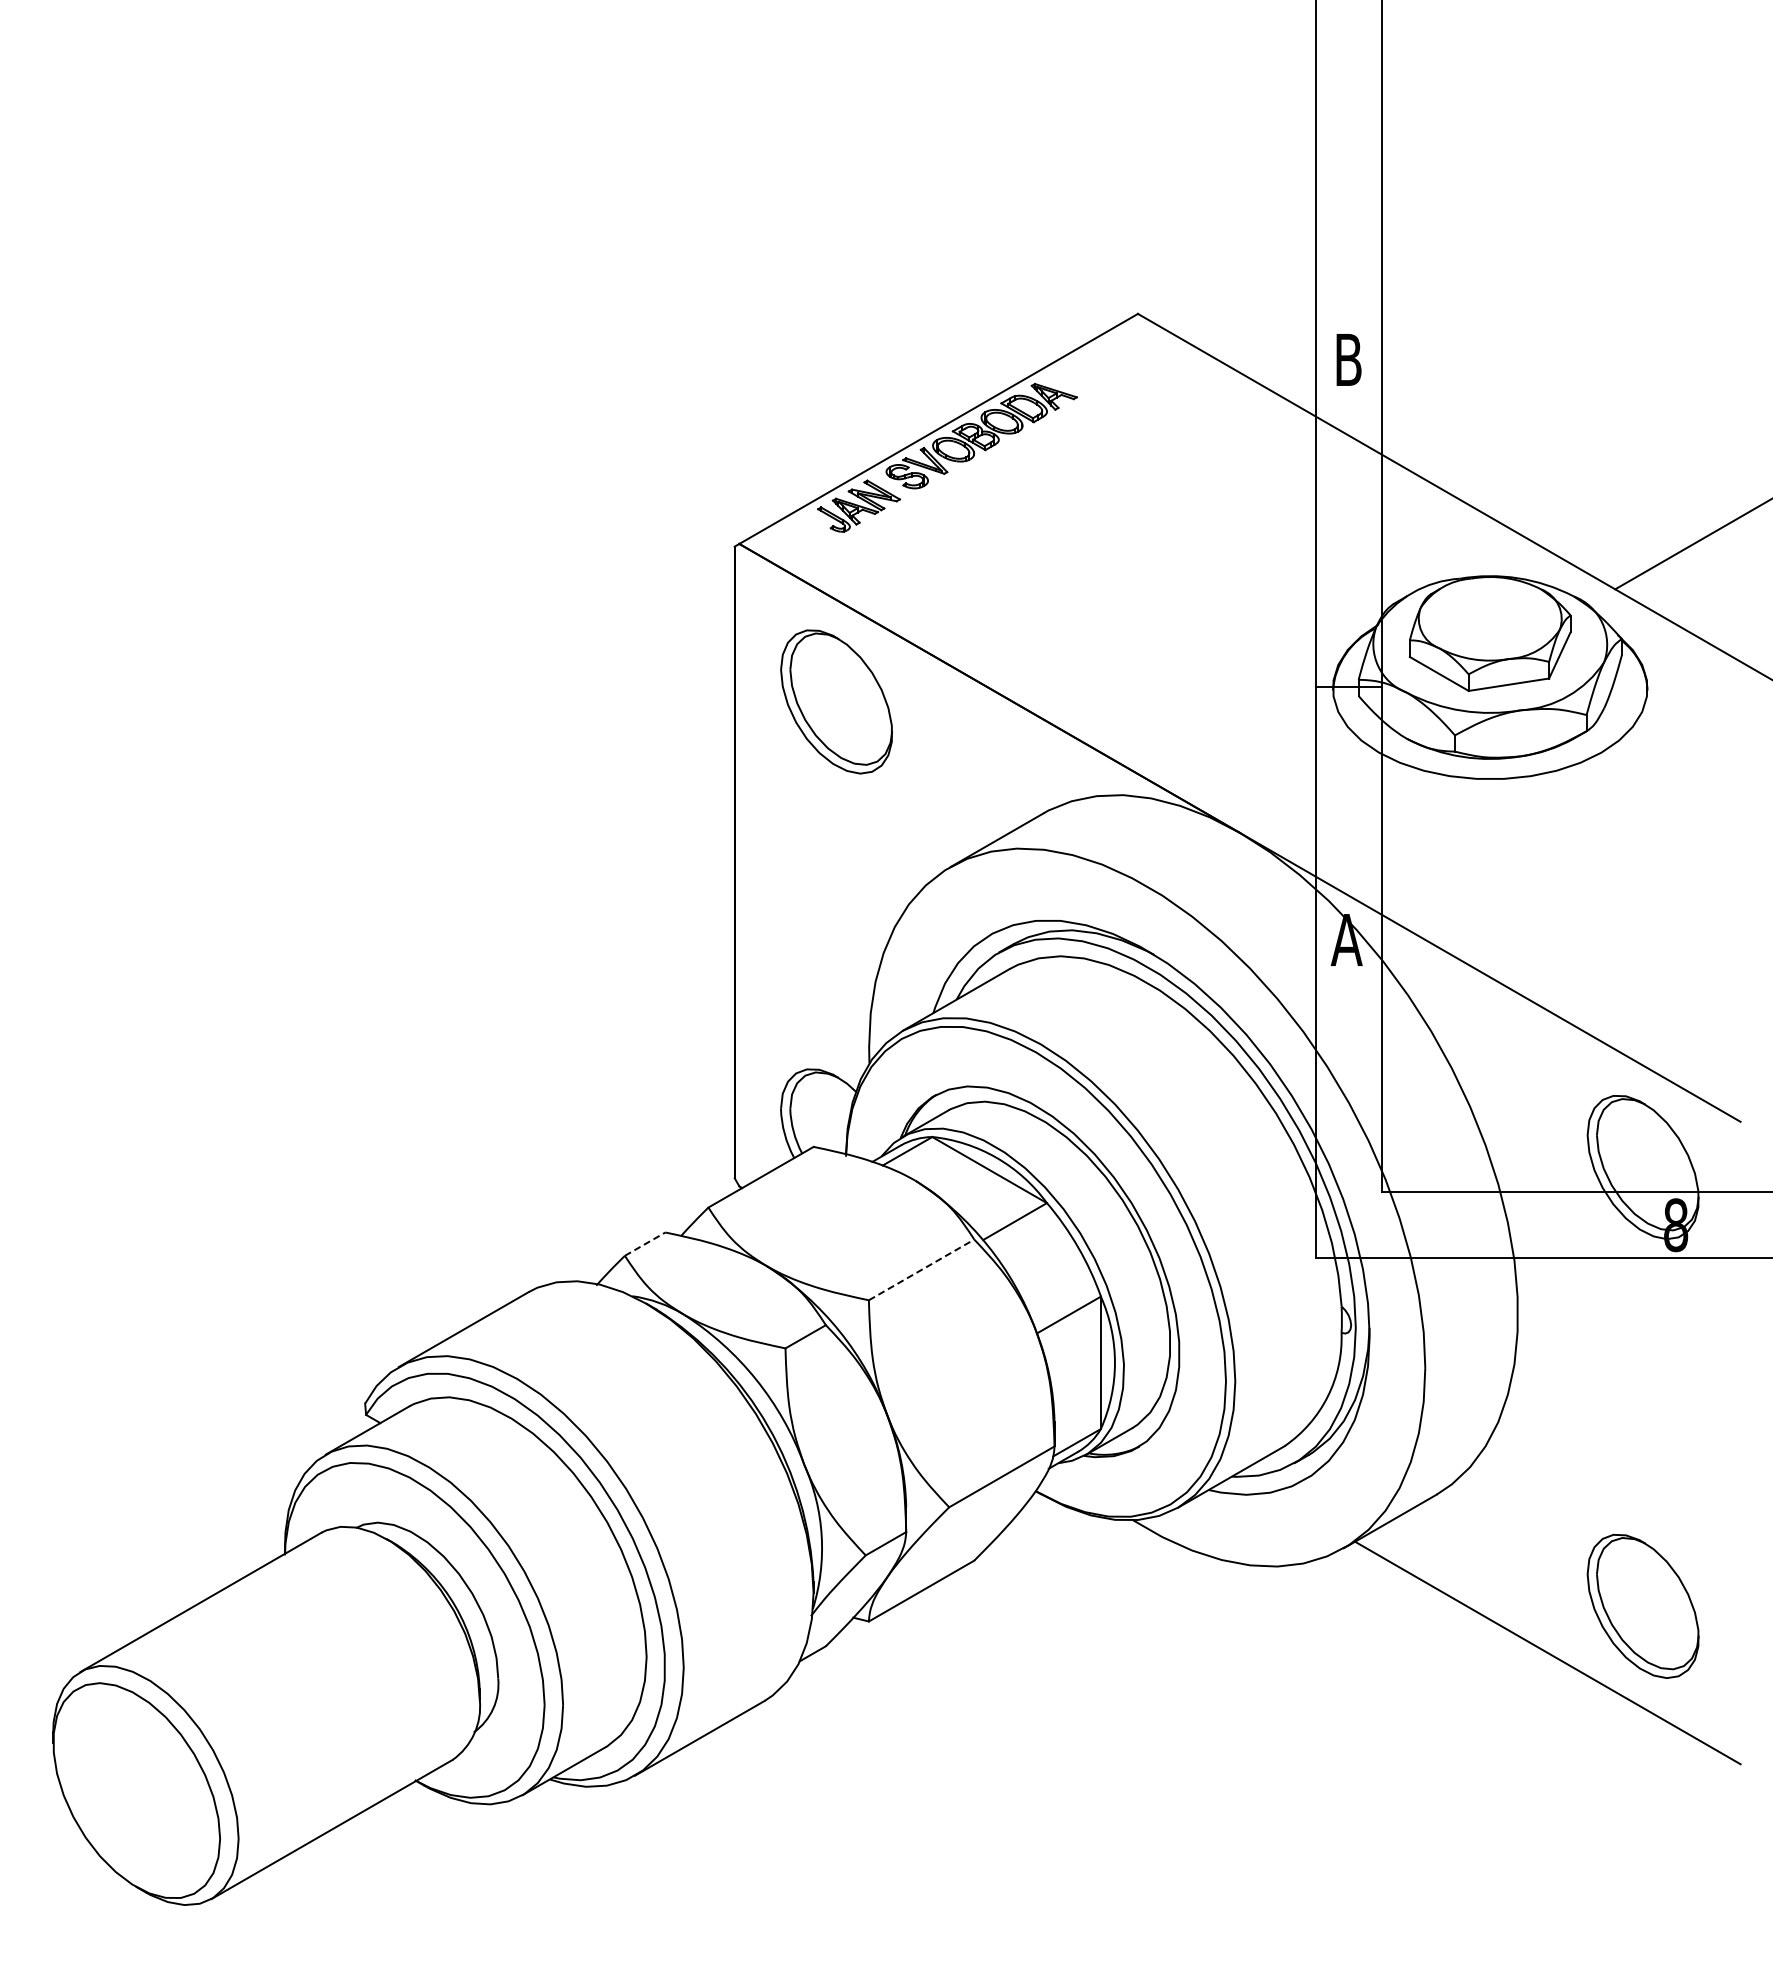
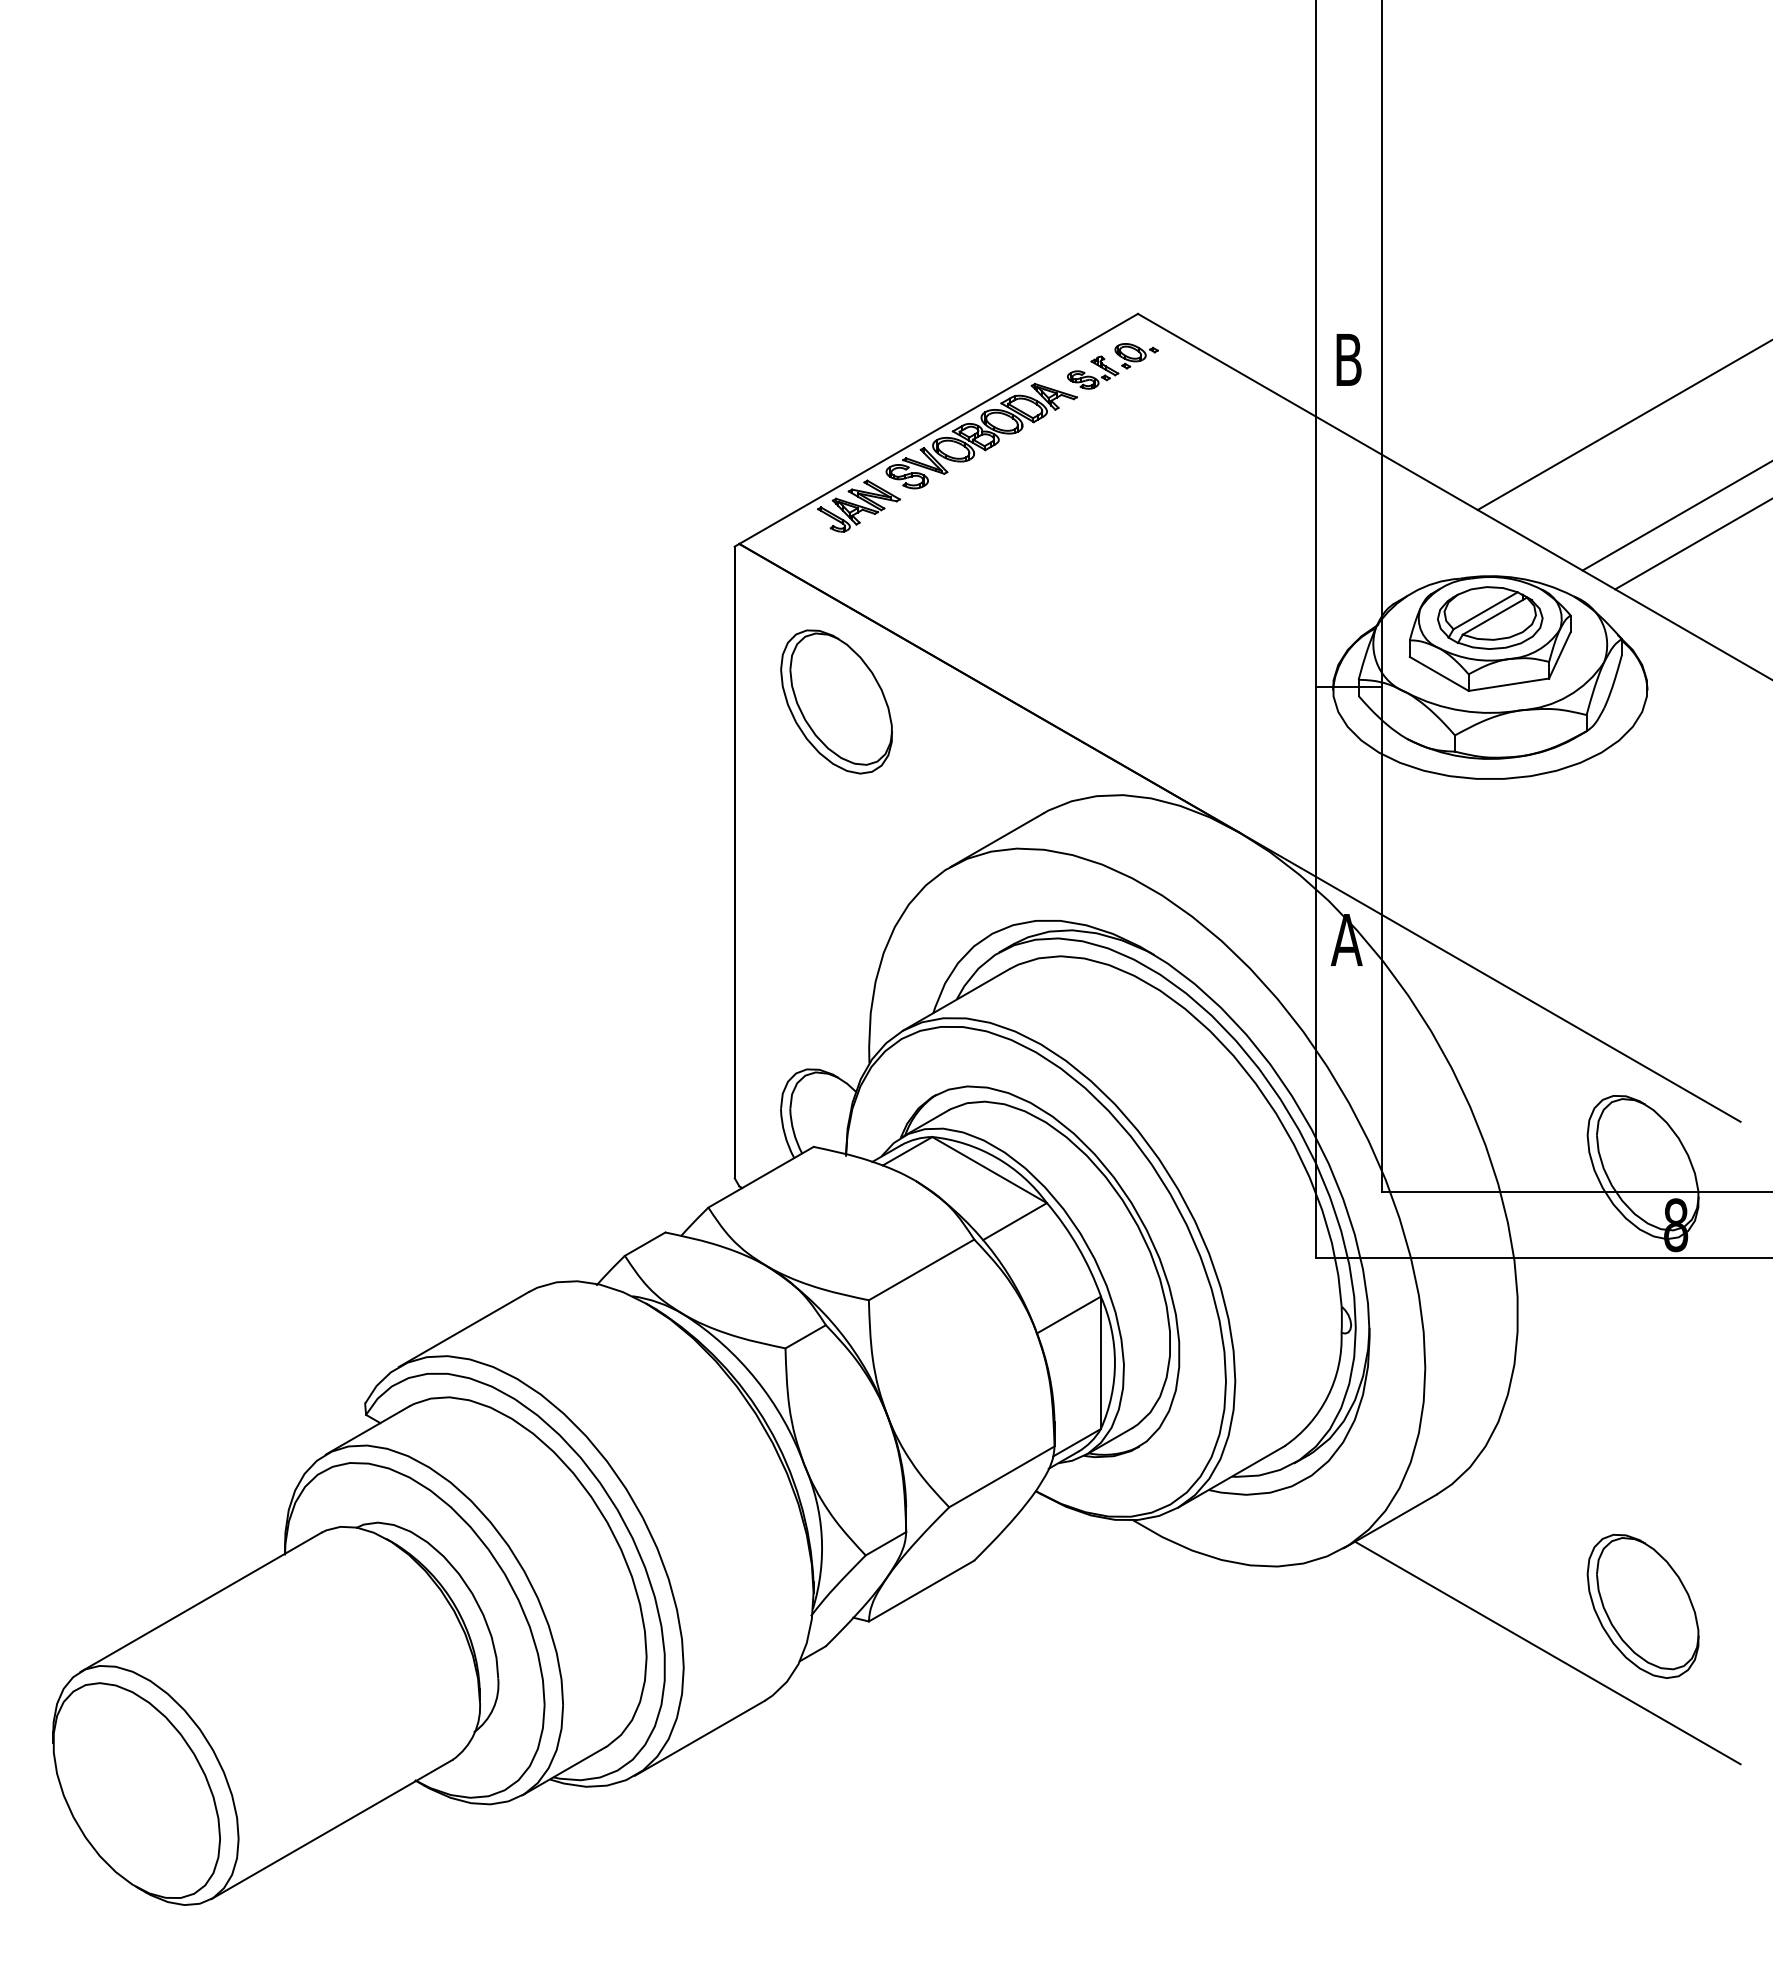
part at (1112, 366): none -> present
line at (1623, 425): none -> present
line at (1675, 516): none -> present
part at (1490, 617): none -> present
line at (645, 1243): dashed -> solid
line at (921, 1269): dashed -> solid
